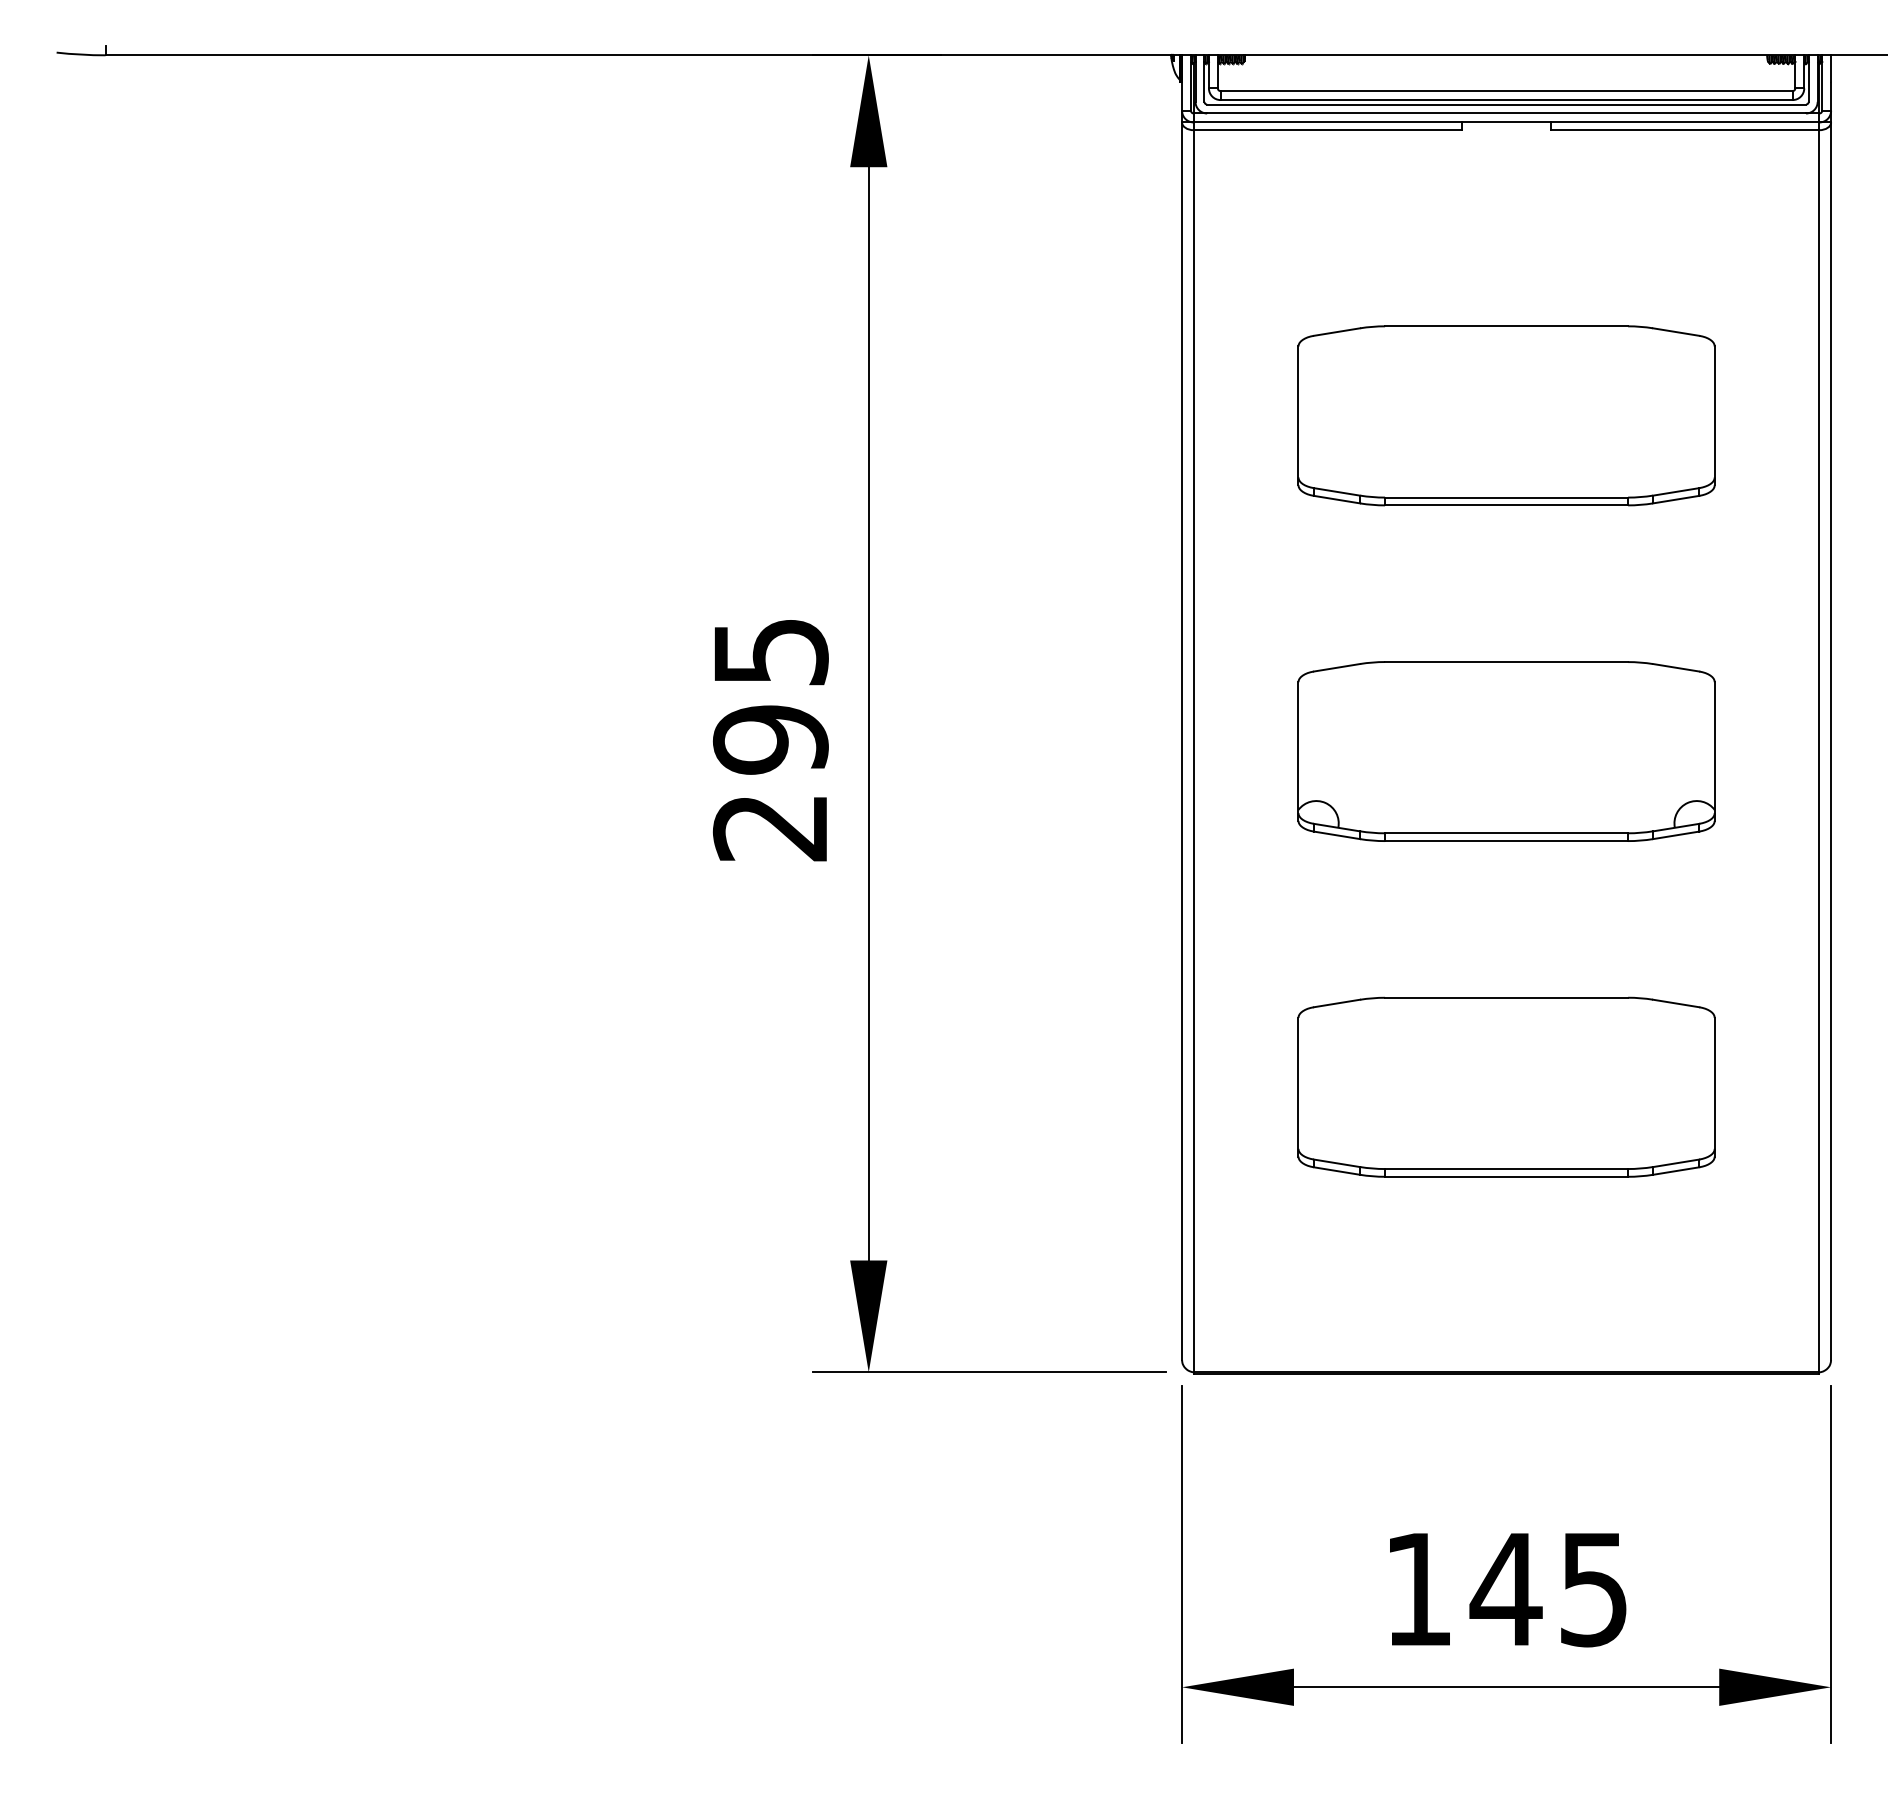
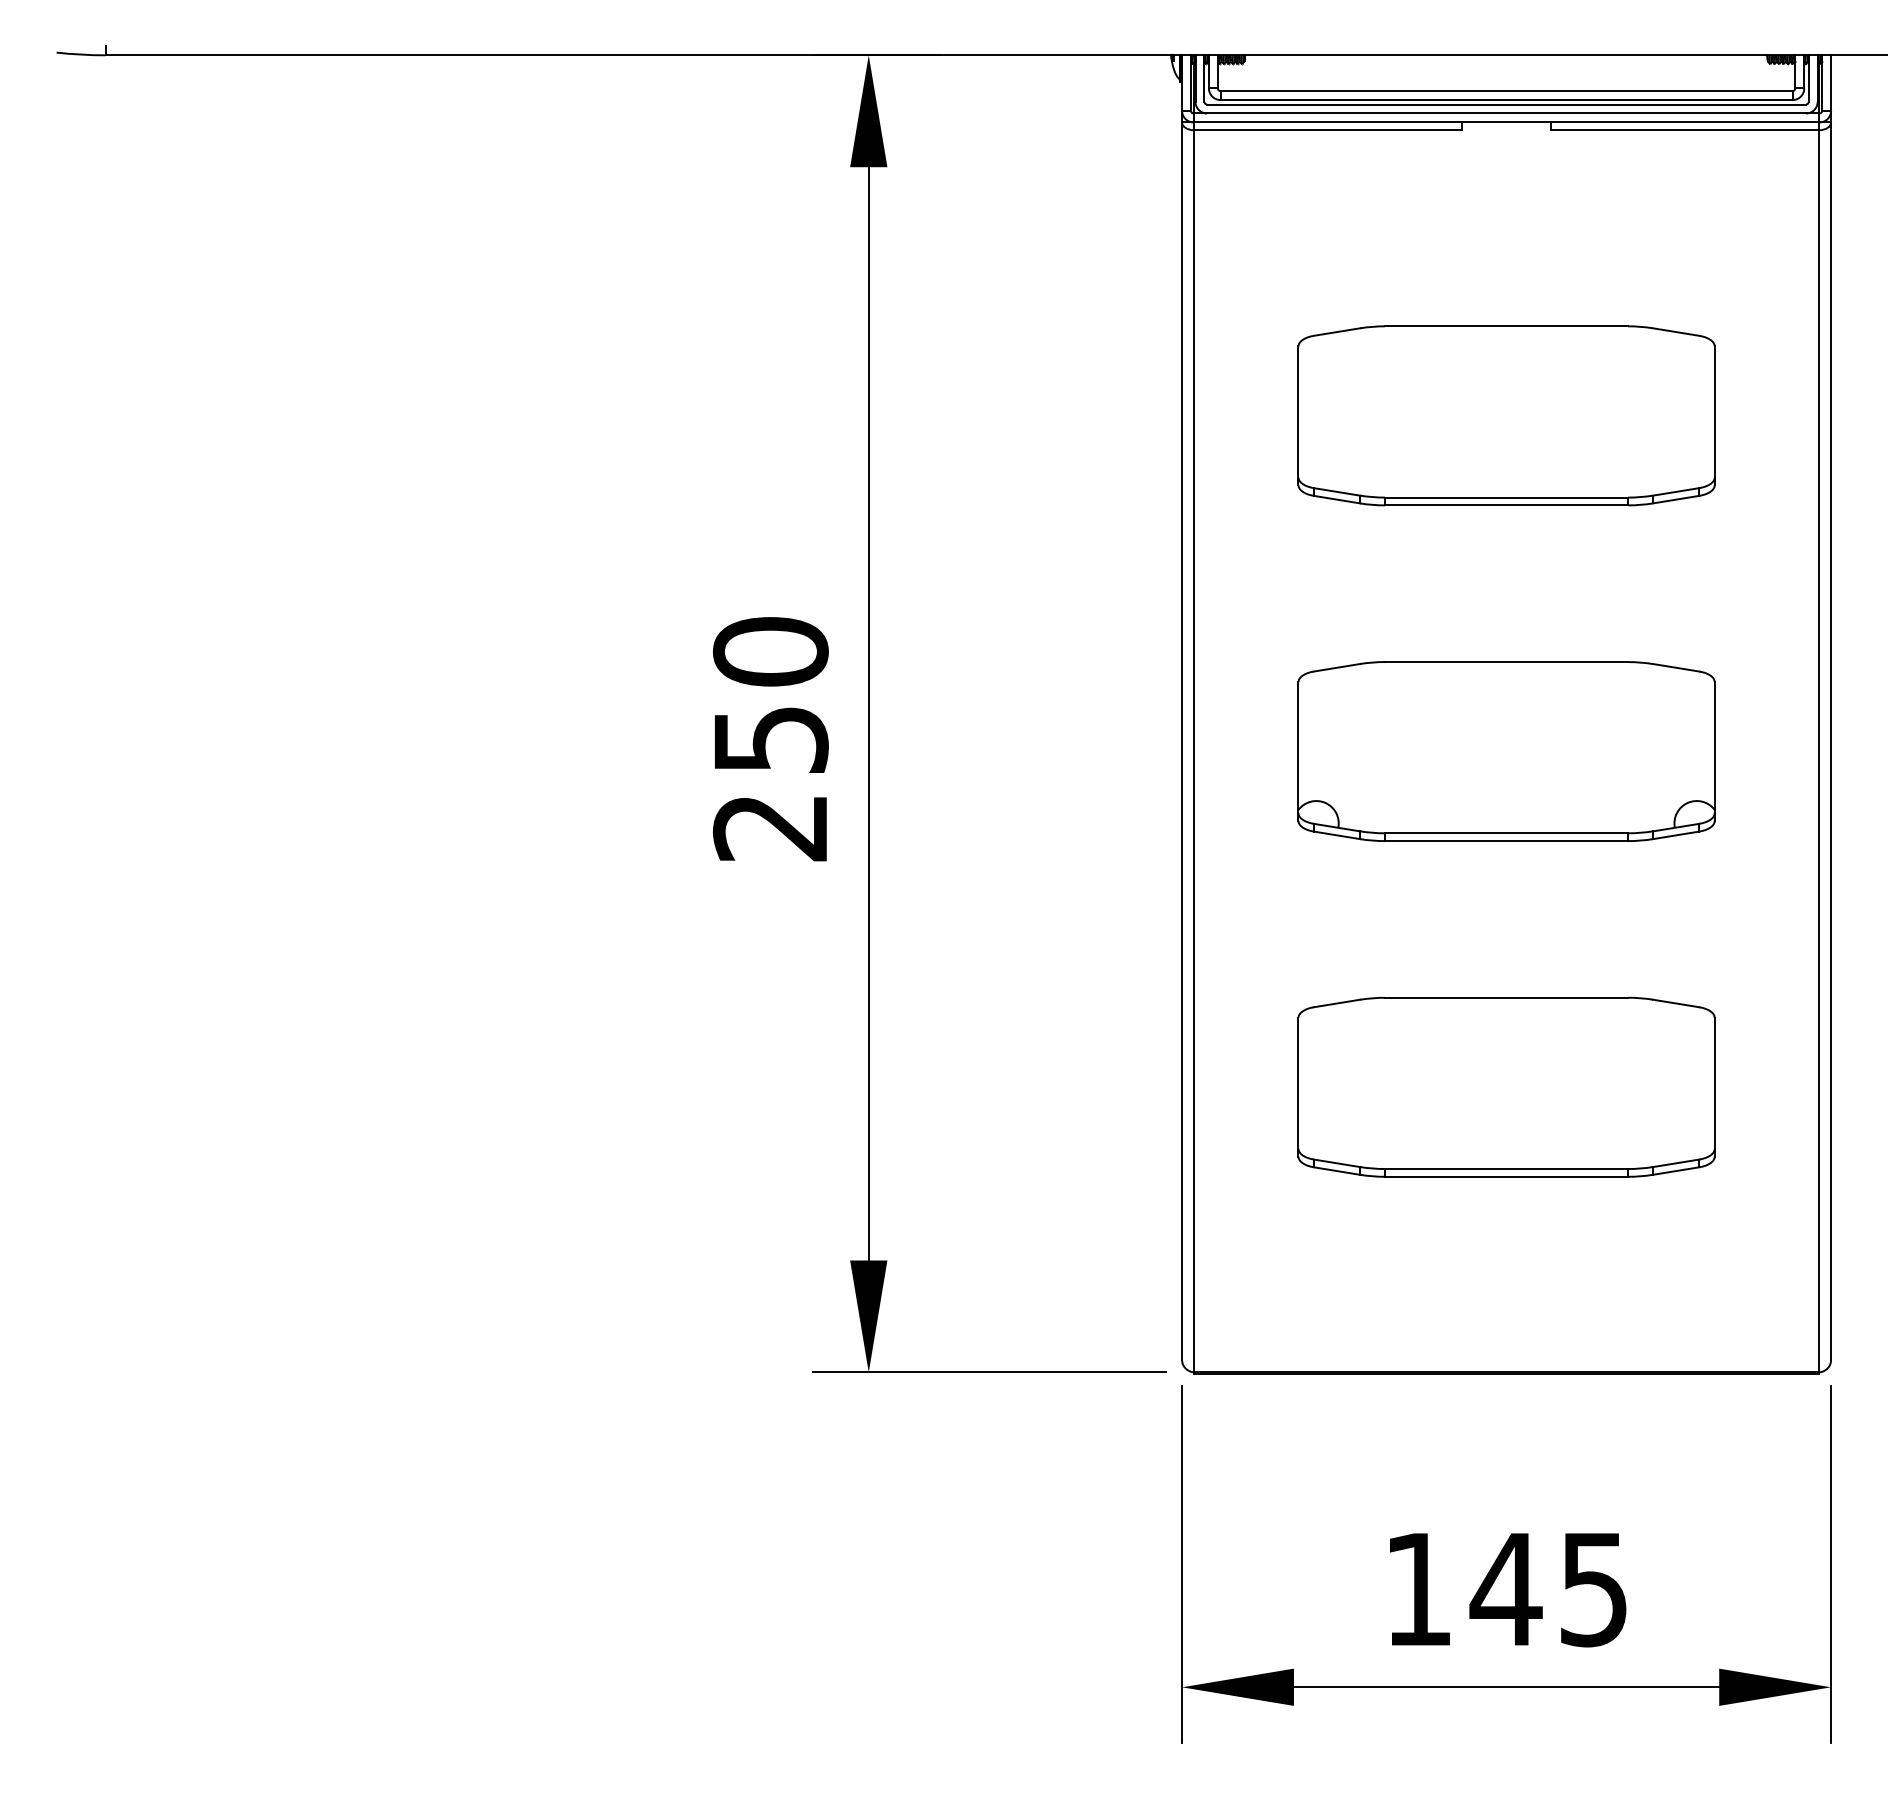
text at (770, 695): 295 -> 250
